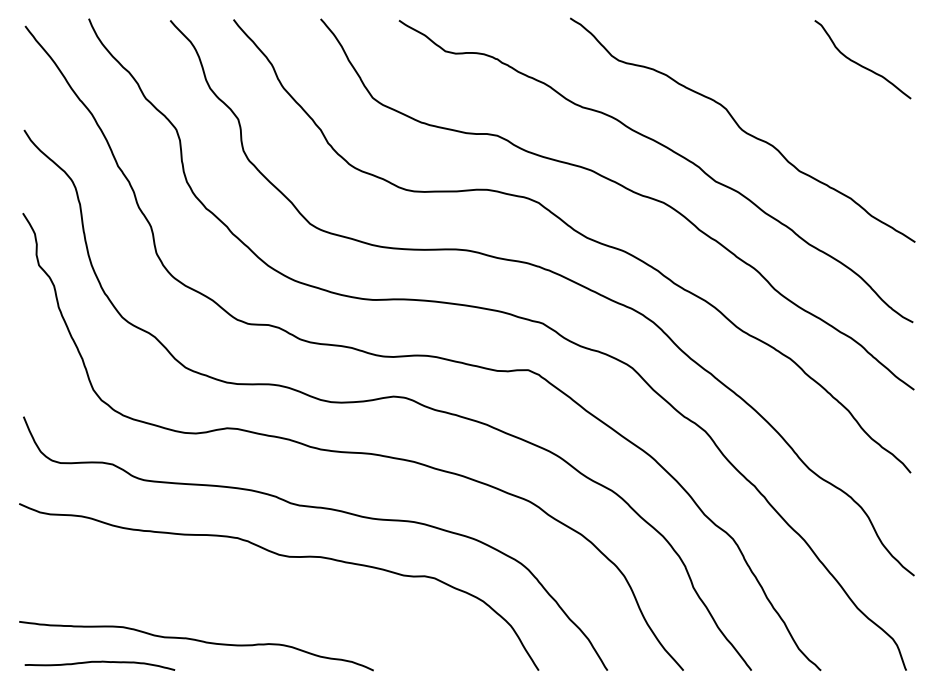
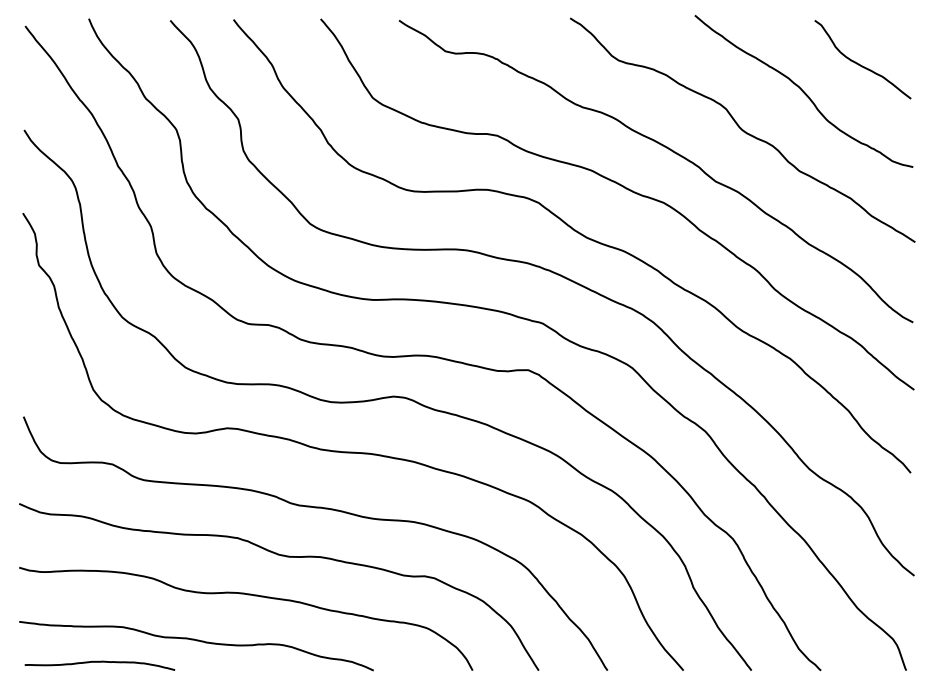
curve at (803, 91): none -> present
curve at (247, 595): none -> present
